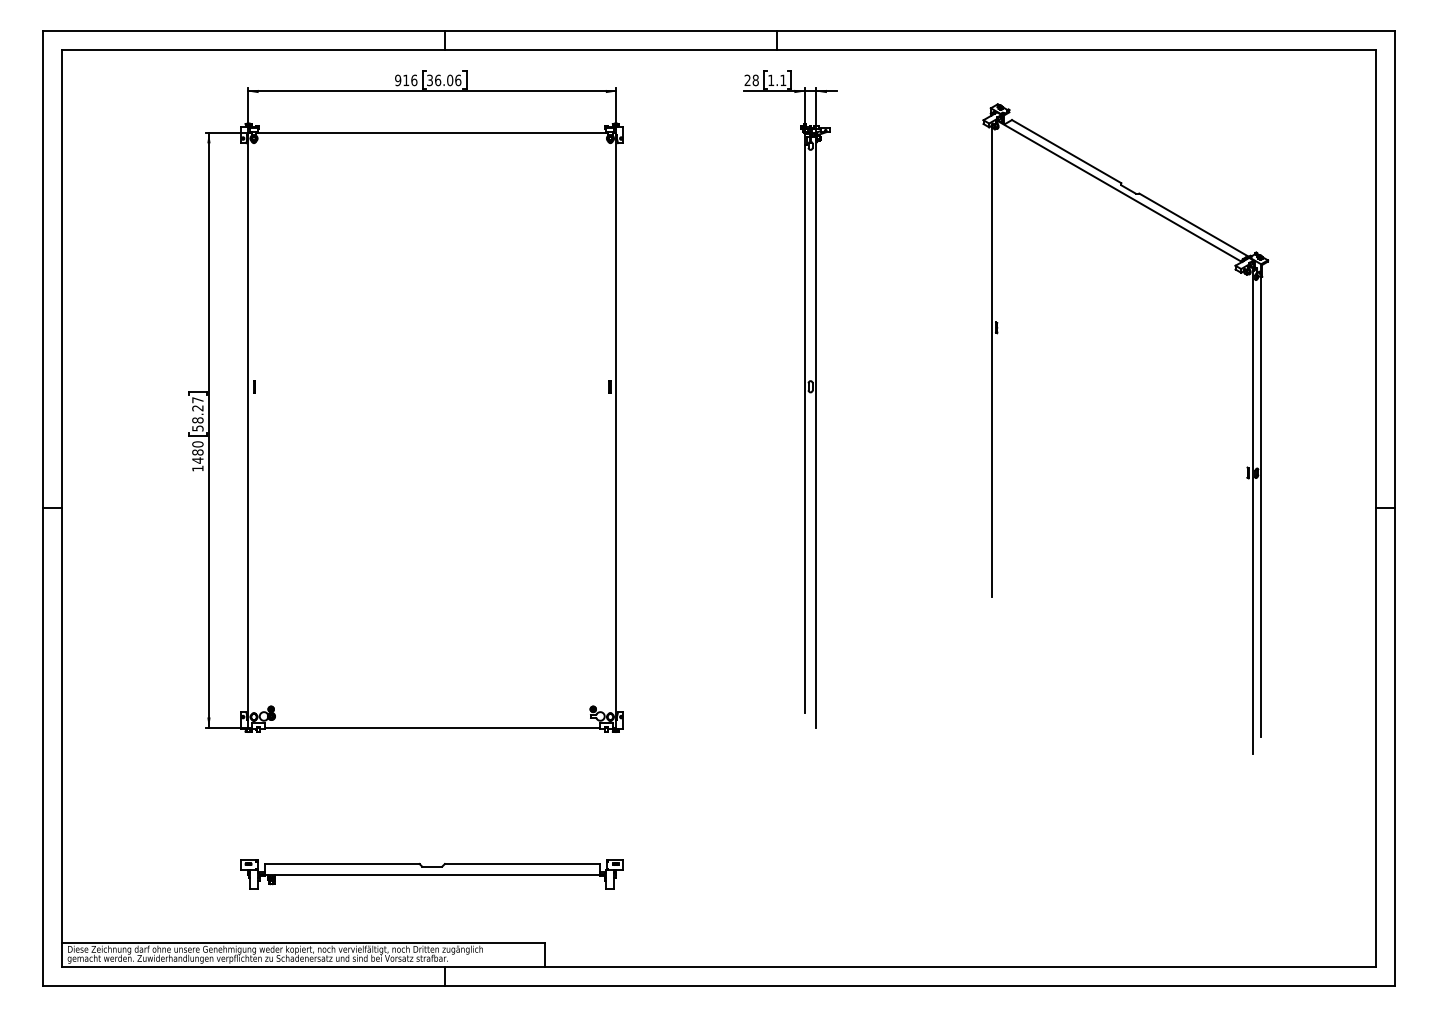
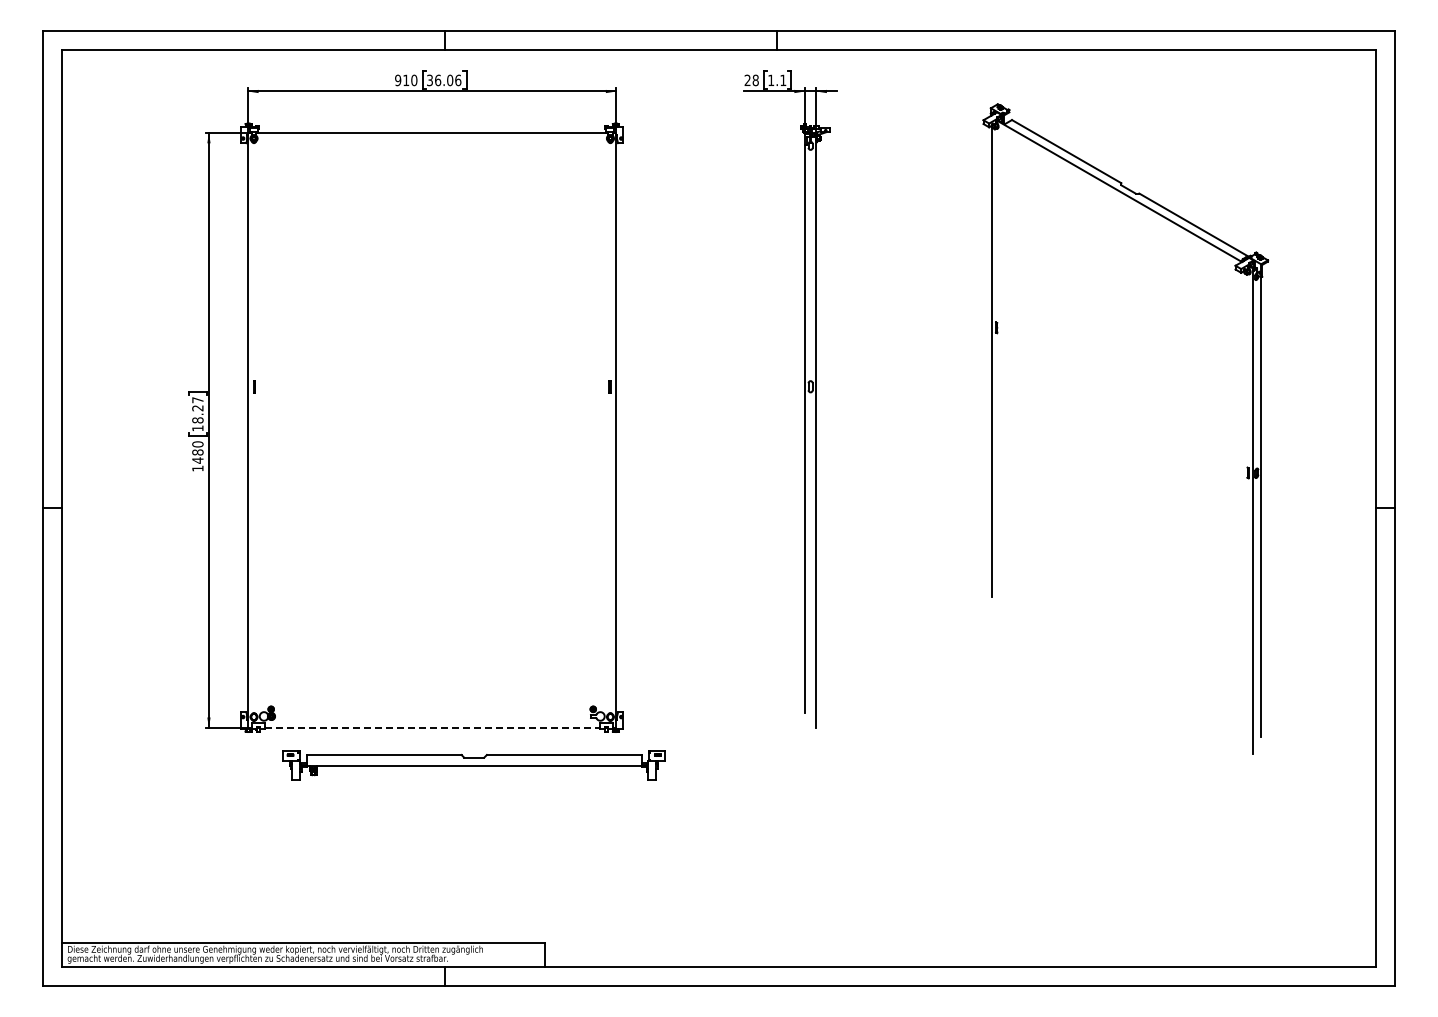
text at (414, 79): 916 -> 910
text at (197, 428): 58.27 -> 18.27
line at (432, 728): solid -> dashed
part at (431, 874) position: (431, 874) -> (473, 765)
